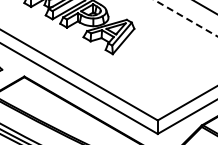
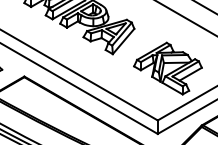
line at (186, 18): dashed -> solid
part at (167, 68): none -> present
